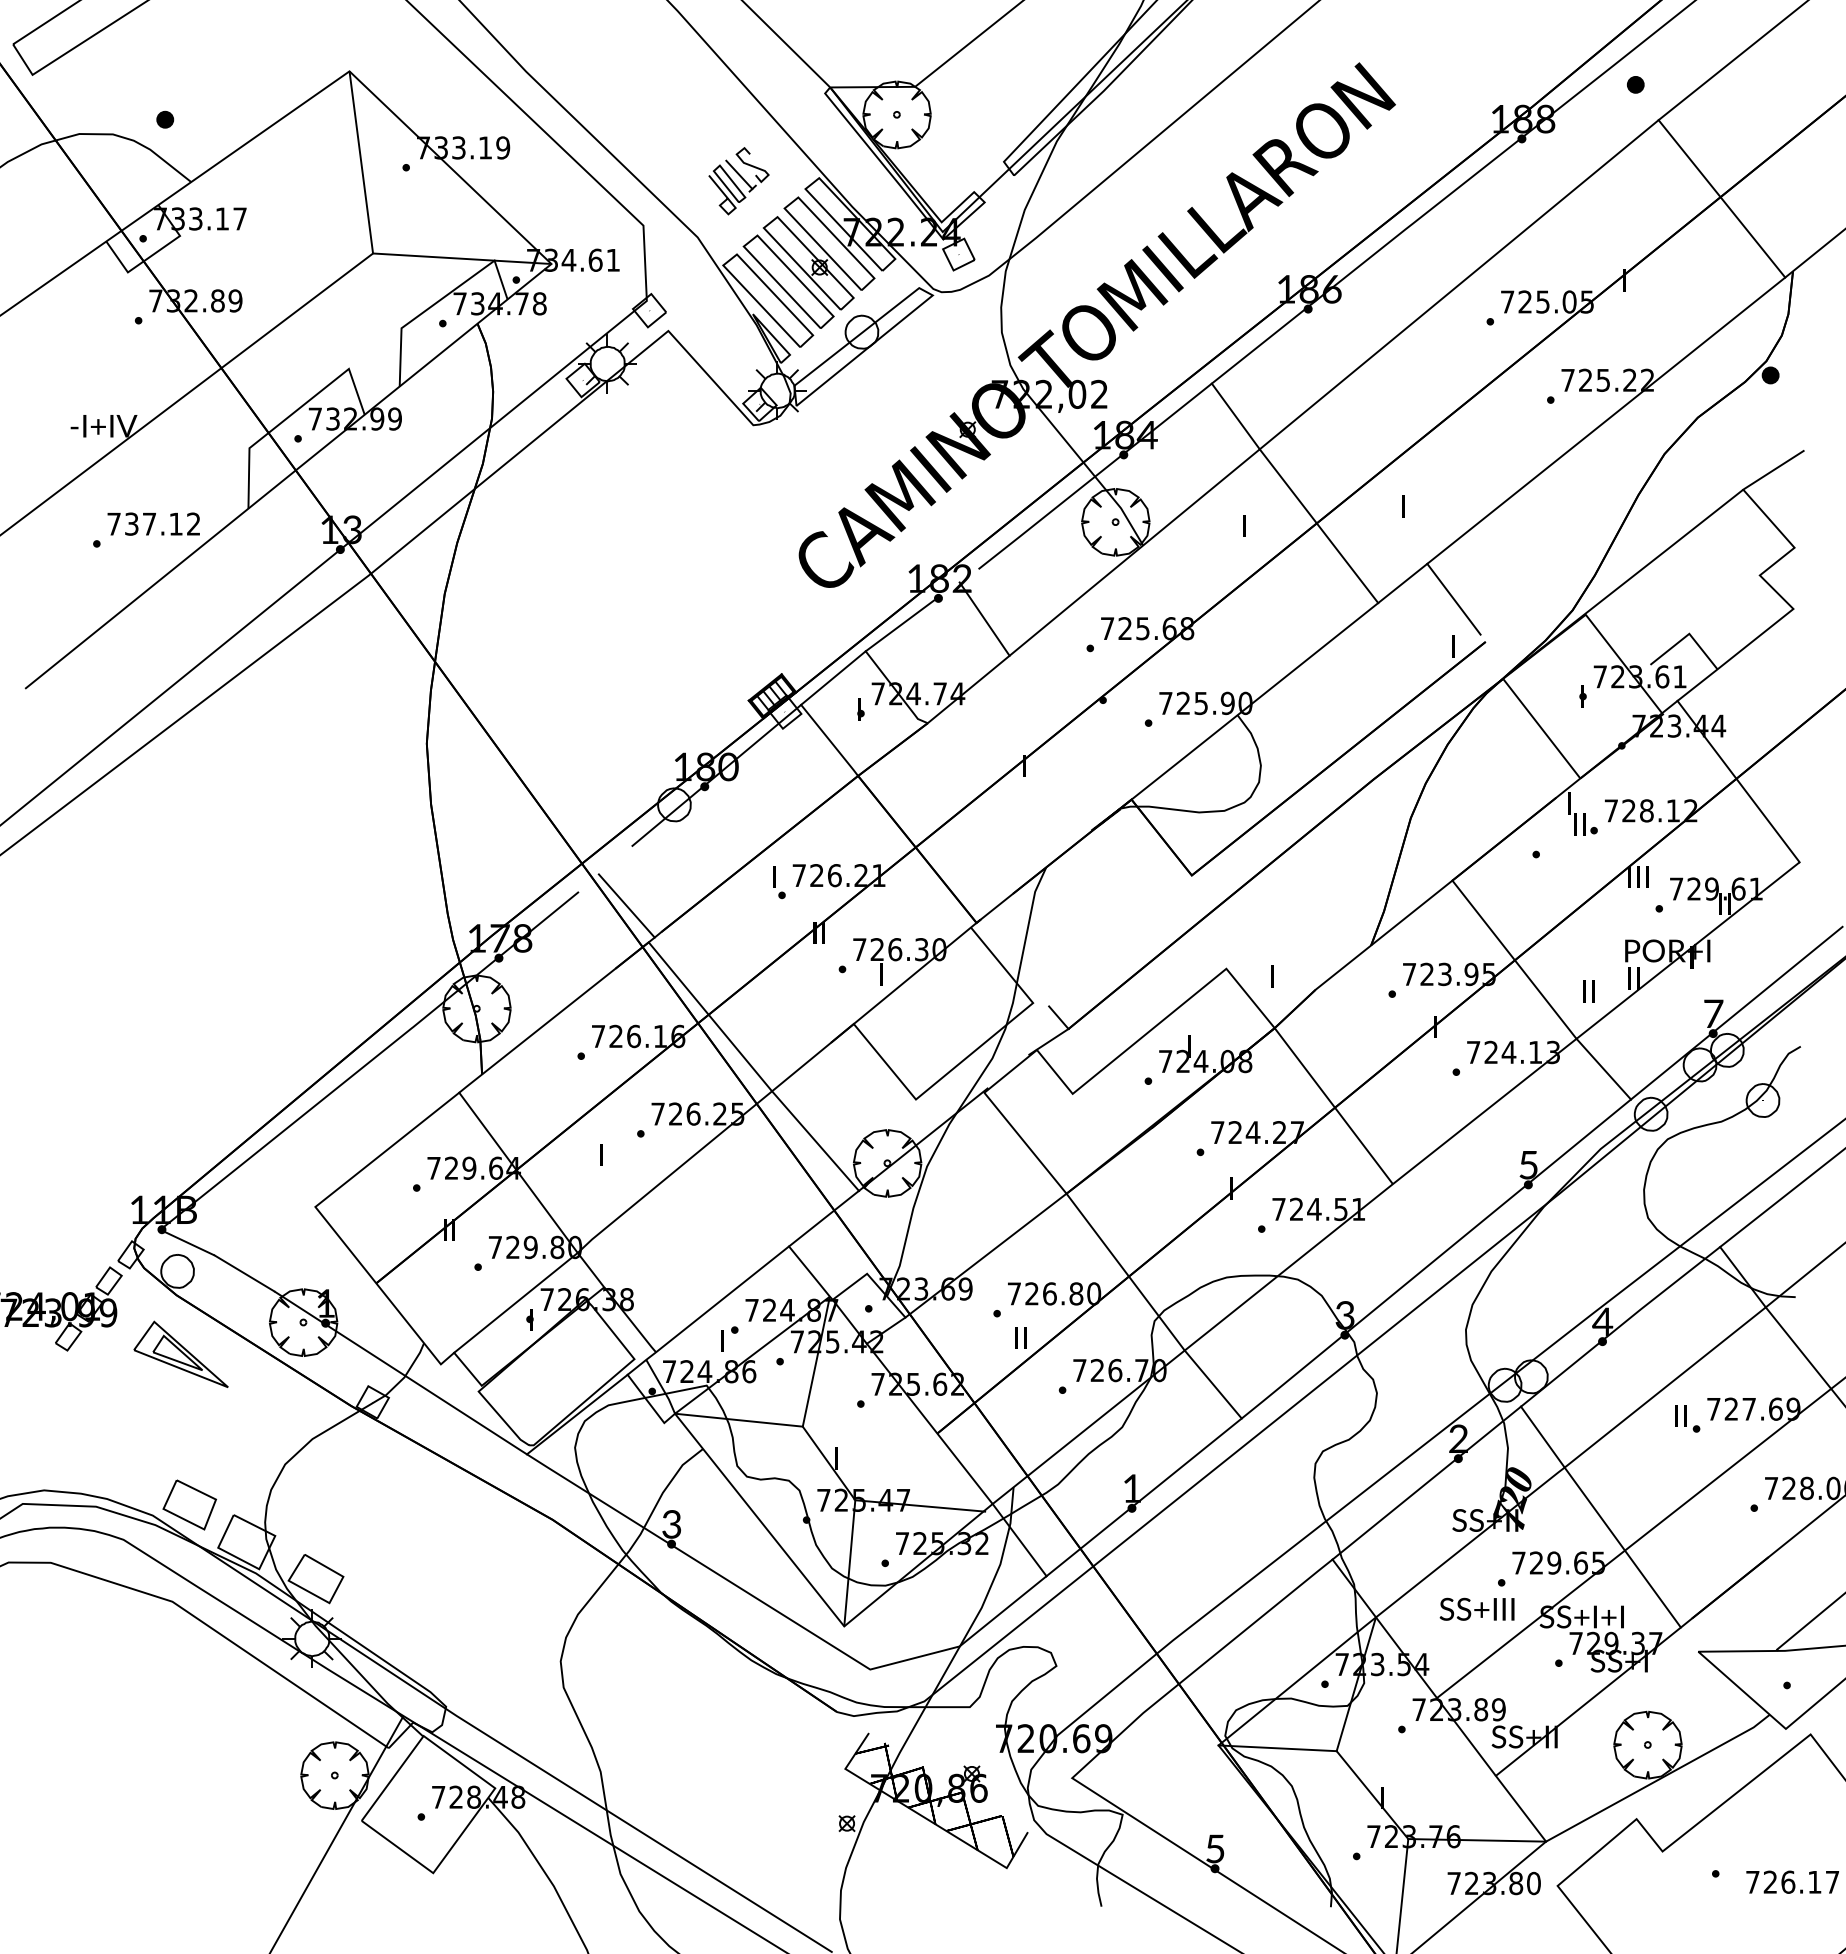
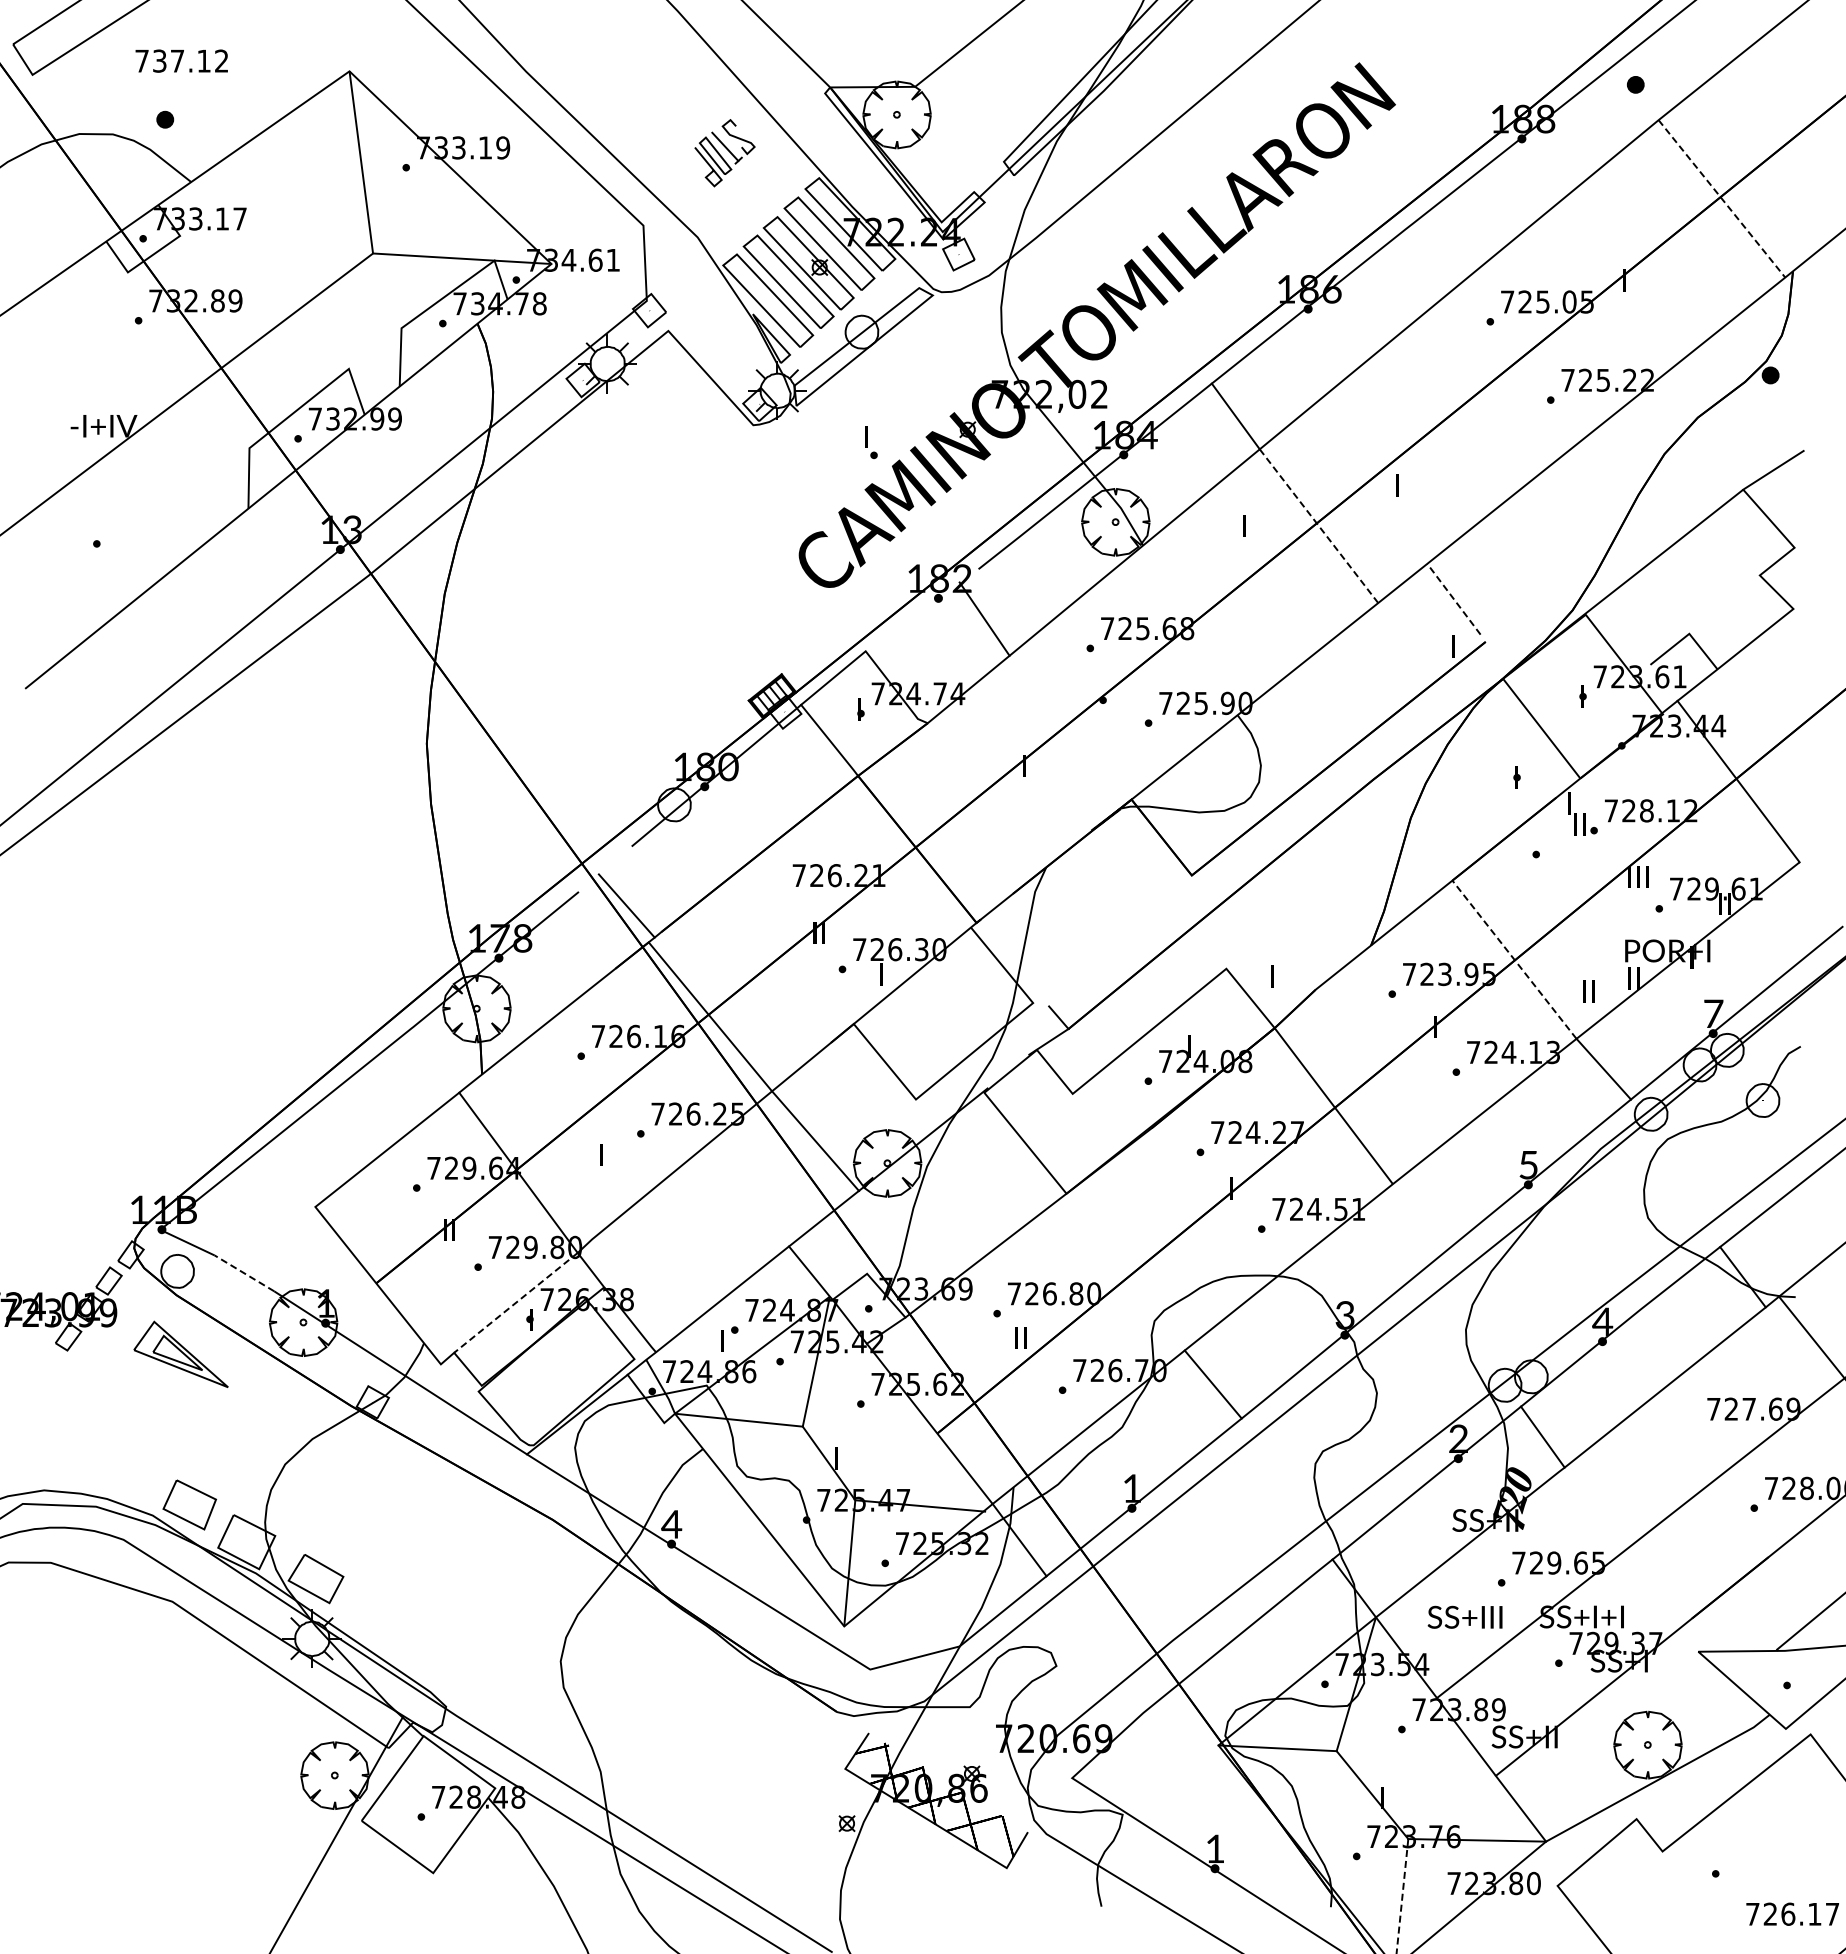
part at (738, 181) position: (738, 181) -> (724, 153)
line at (1722, 199): solid -> dashed
text at (1403, 506) position: (1403, 506) -> (1397, 485)
text at (153, 523) position: (153, 523) -> (181, 60)
line at (1318, 525): solid -> dashed
line at (1453, 598): solid -> dashed
line at (899, 625): present -> none
part at (1516, 777): none -> present
part at (779, 882) position: (779, 882) -> (871, 442)
line at (1514, 959): solid -> dashed
line at (1125, 1271): present -> none
line at (244, 1273): solid -> dashed
line at (515, 1303): solid -> dashed
line at (1803, 1355) position: (1803, 1355) -> (1810, 1336)
part at (1687, 1418): present -> none
text at (671, 1524): 3 -> 4
line at (1622, 1547): present -> none
text at (1476, 1608) position: (1476, 1608) -> (1464, 1616)
text at (1215, 1848): 5 -> 1
text at (1792, 1881) position: (1792, 1881) -> (1792, 1913)
line at (1402, 1896): solid -> dashed
